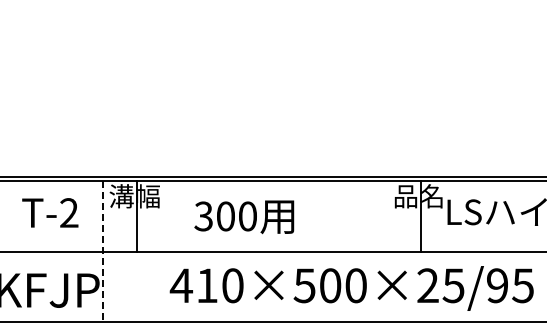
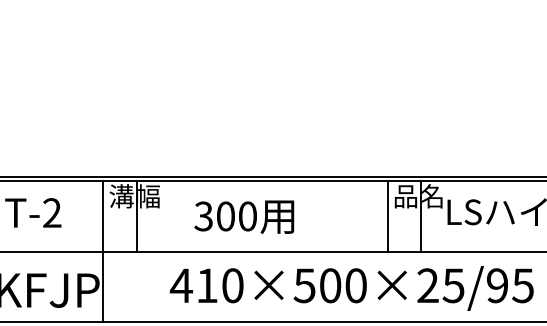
text at (50, 212) position: (50, 212) -> (33, 212)
line at (387, 216): none -> present
line at (103, 252): dashed -> solid
